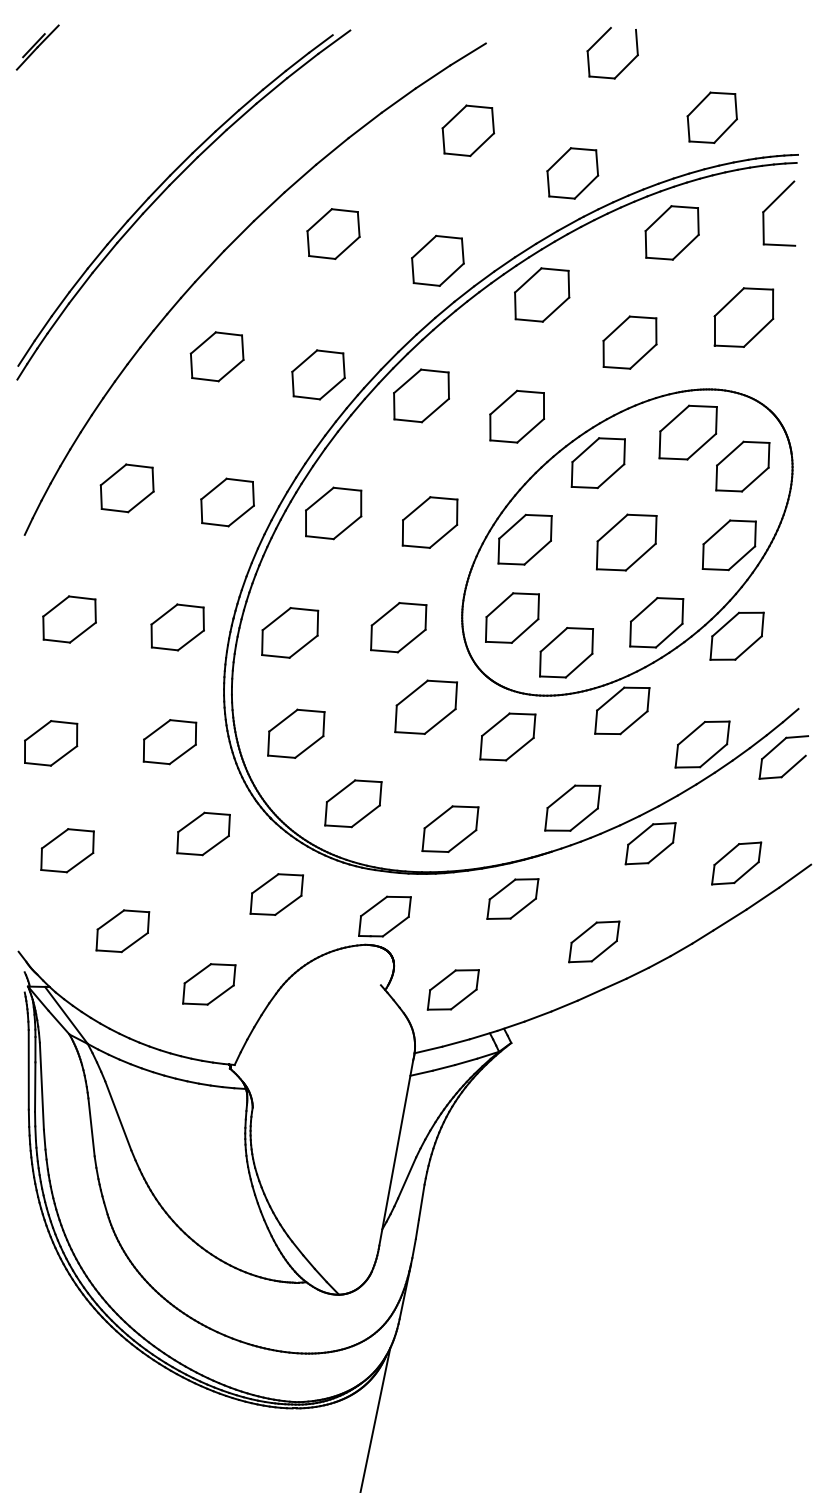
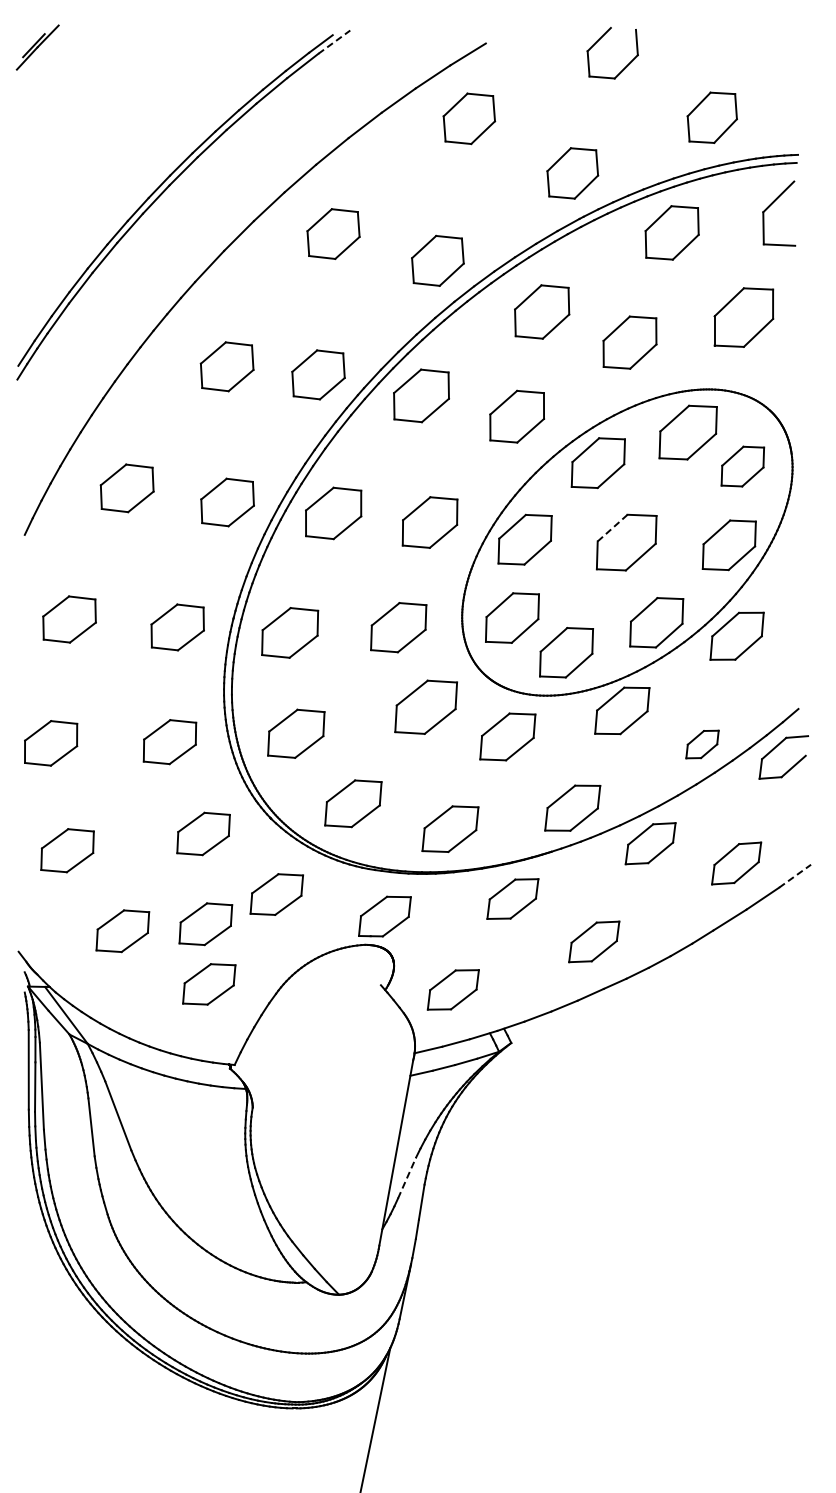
line at (334, 42): solid -> dashed
part at (468, 130) position: (468, 130) -> (469, 118)
part at (542, 294) position: (542, 294) -> (542, 311)
part at (216, 356) position: (216, 356) -> (226, 366)
part at (742, 466) size: 56x53 px -> 46x43 px
line at (612, 528): solid -> dashed
part at (702, 744) size: 57x49 px -> 35x31 px
line at (795, 876): solid -> dashed
part at (205, 924): none -> present
line at (407, 1177): solid -> dashed
